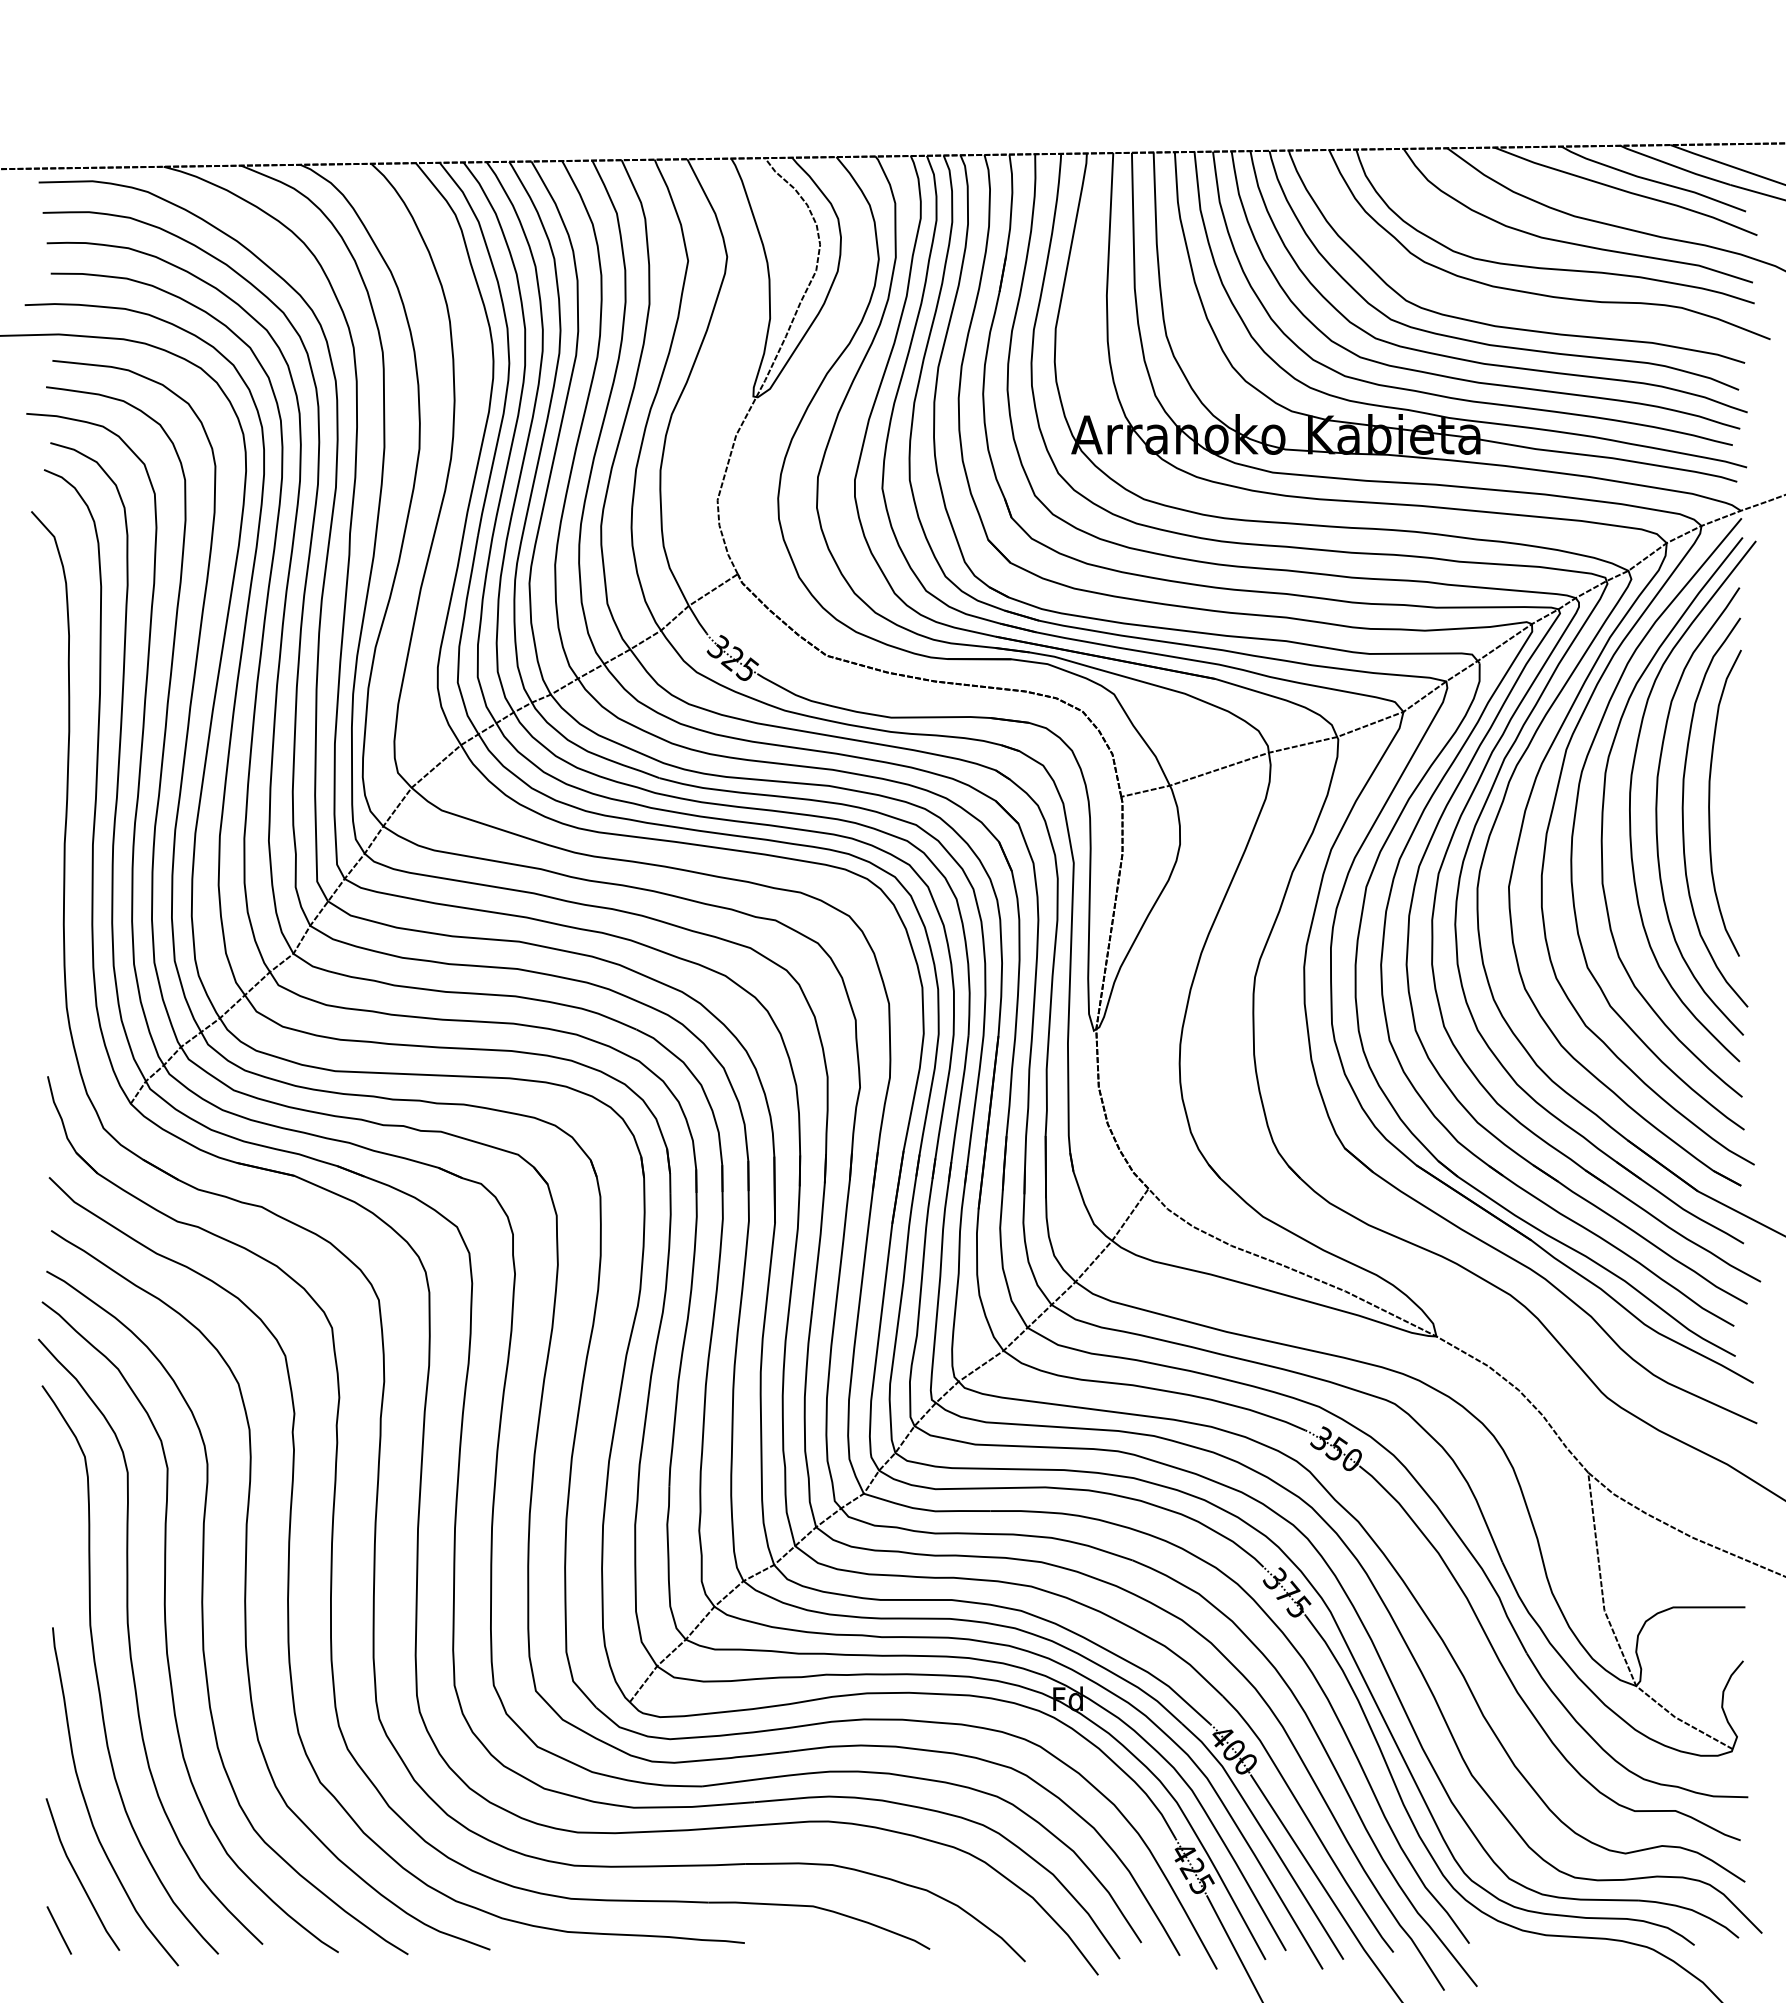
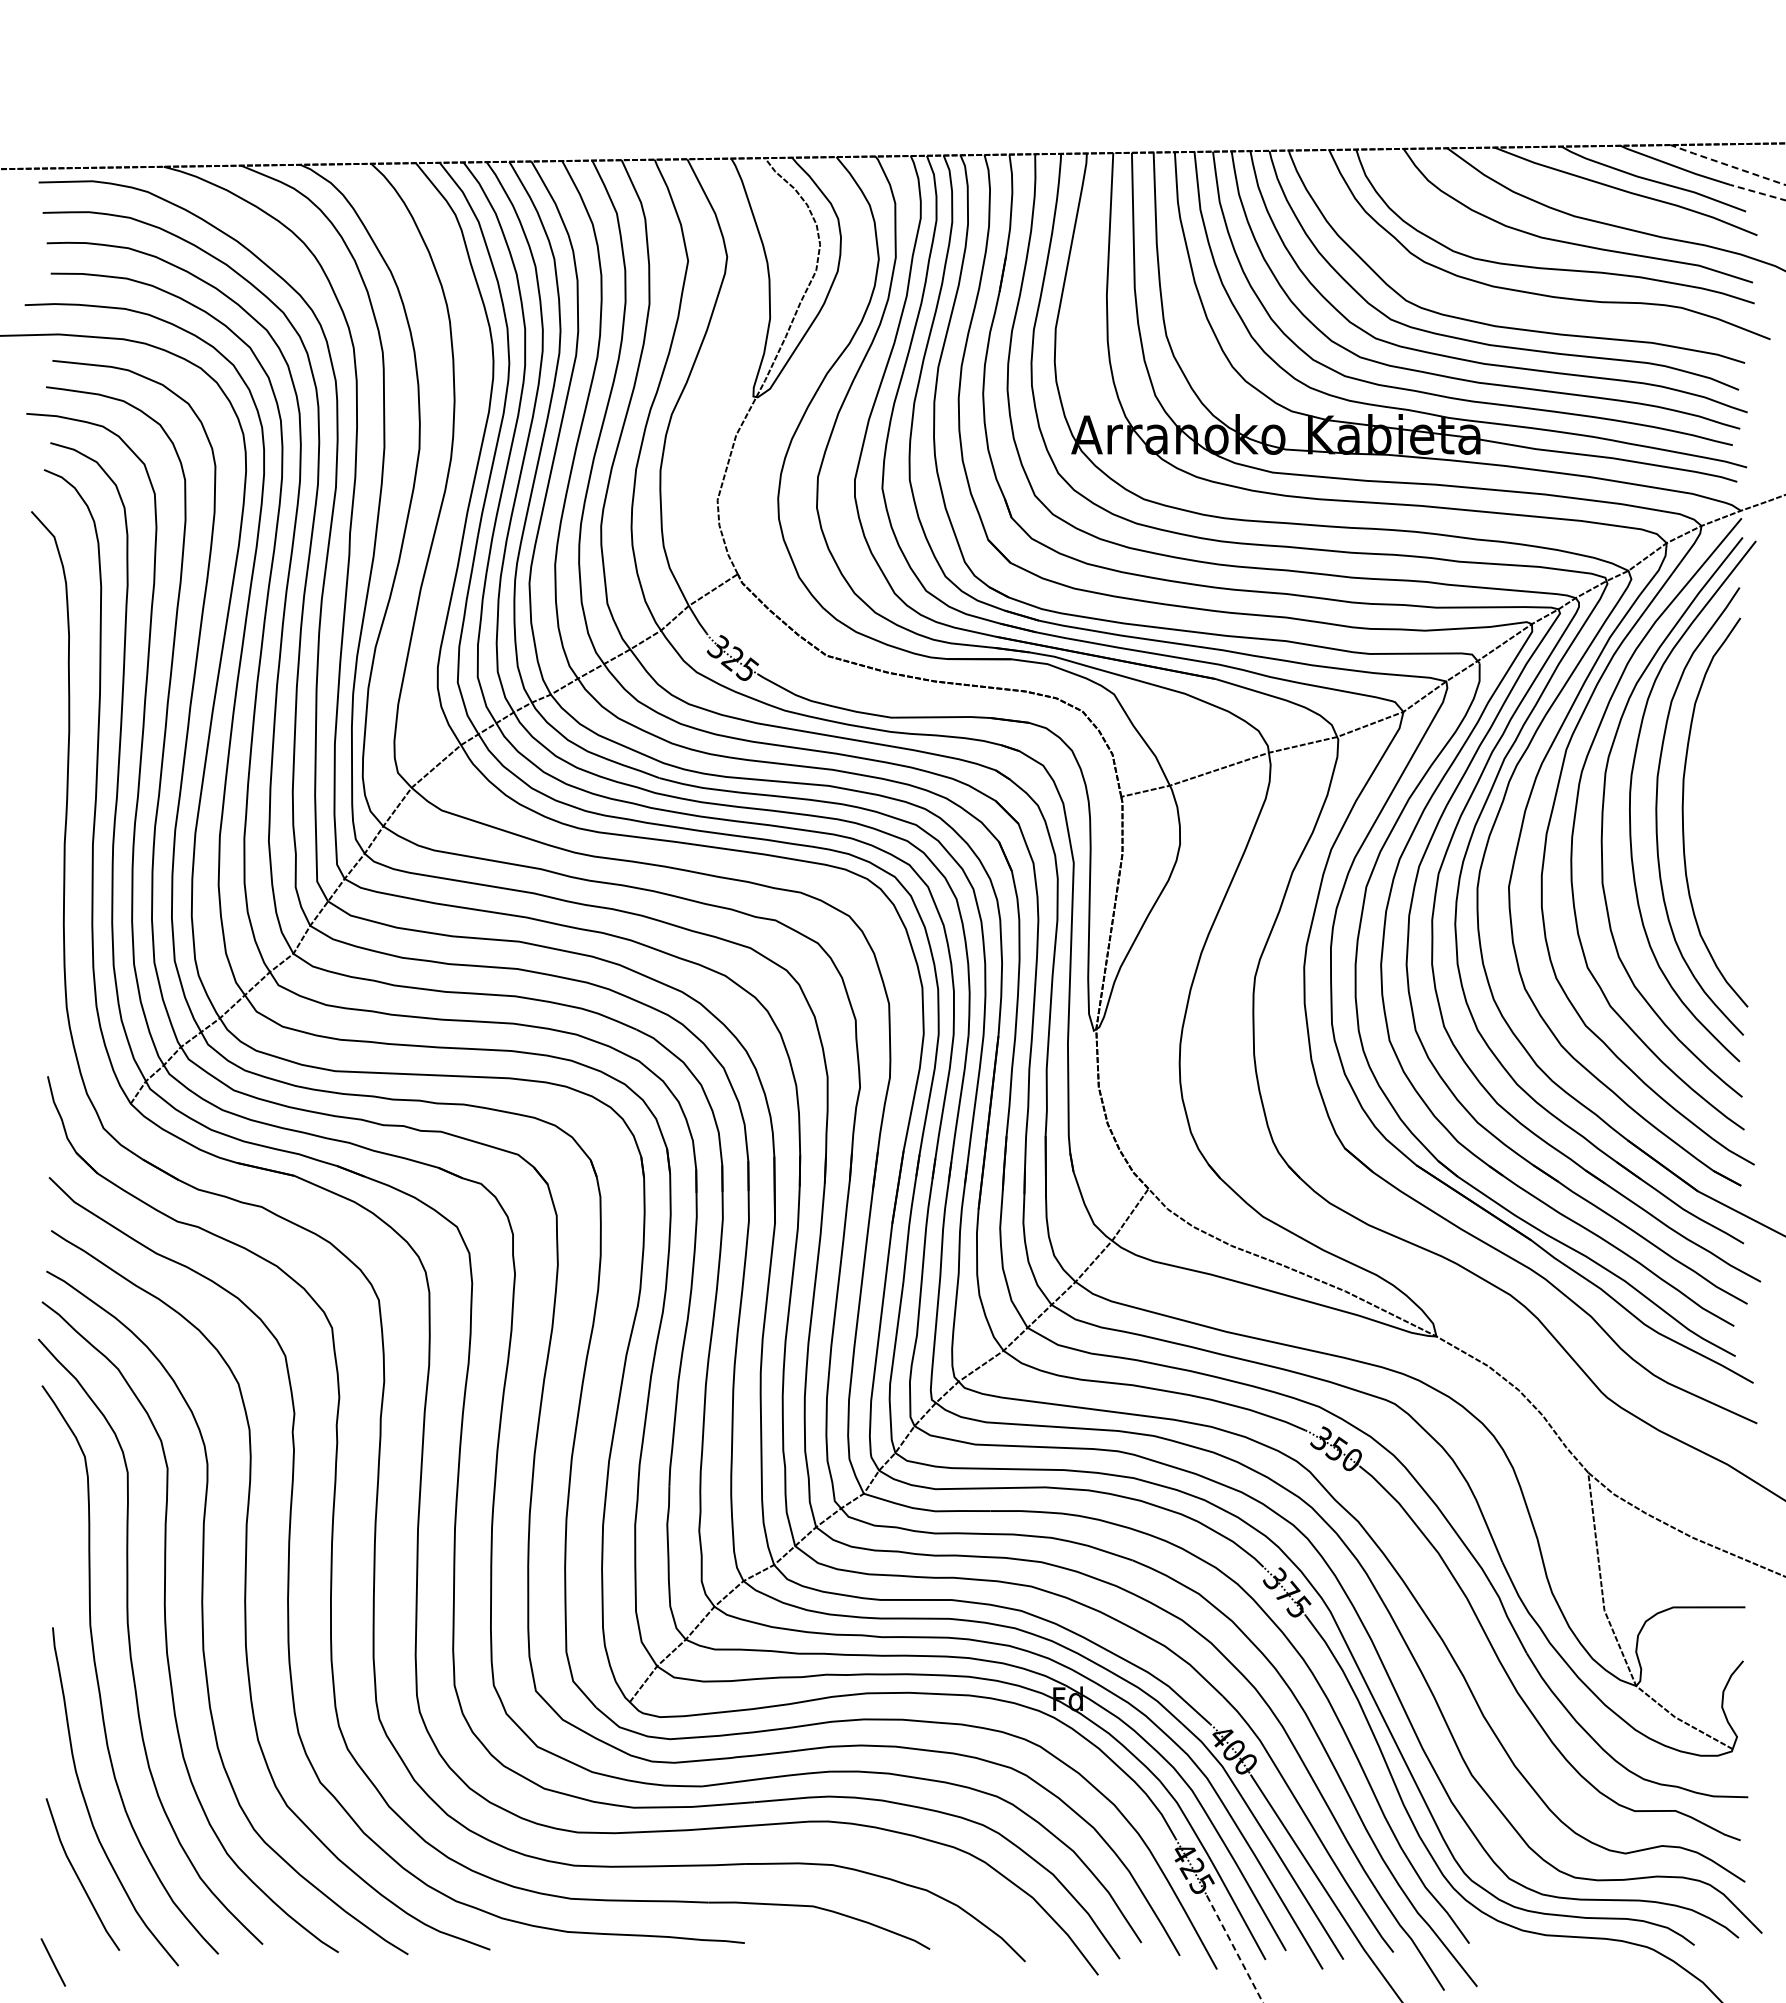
line at (1727, 165): solid -> dashed
line at (1758, 192): solid -> dashed
curve at (1710, 802): present -> none
line at (58, 1930) position: (58, 1930) -> (52, 1962)
line at (1235, 1949): solid -> dashed
